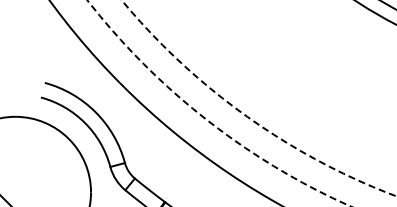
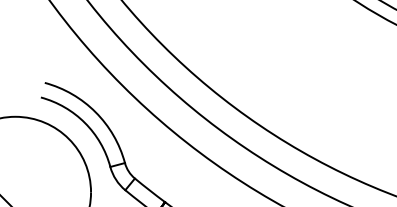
arc at (248, 117): dashed -> solid
arc at (206, 119): dashed -> solid
